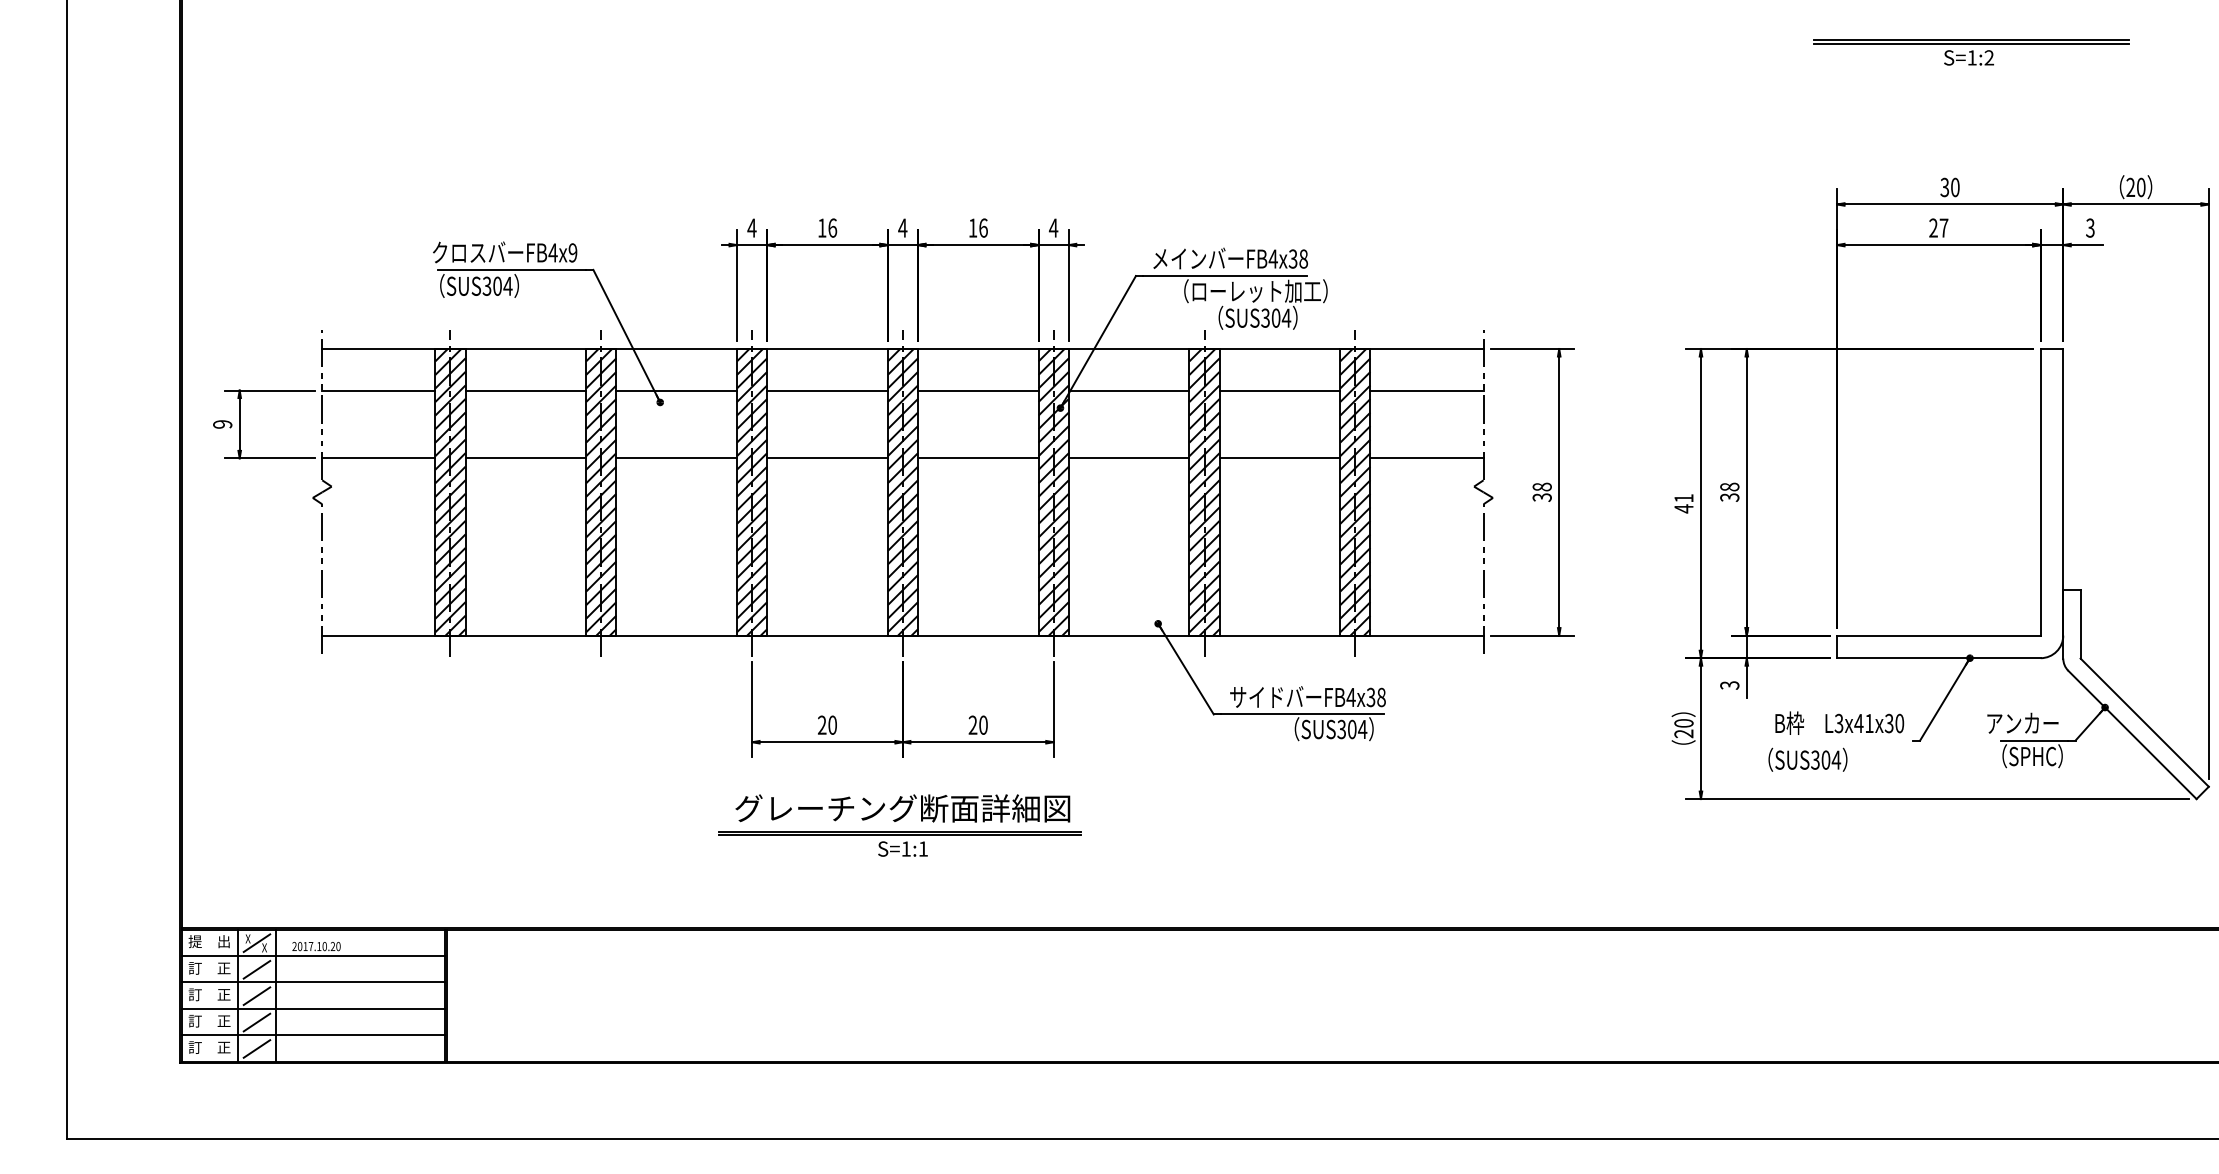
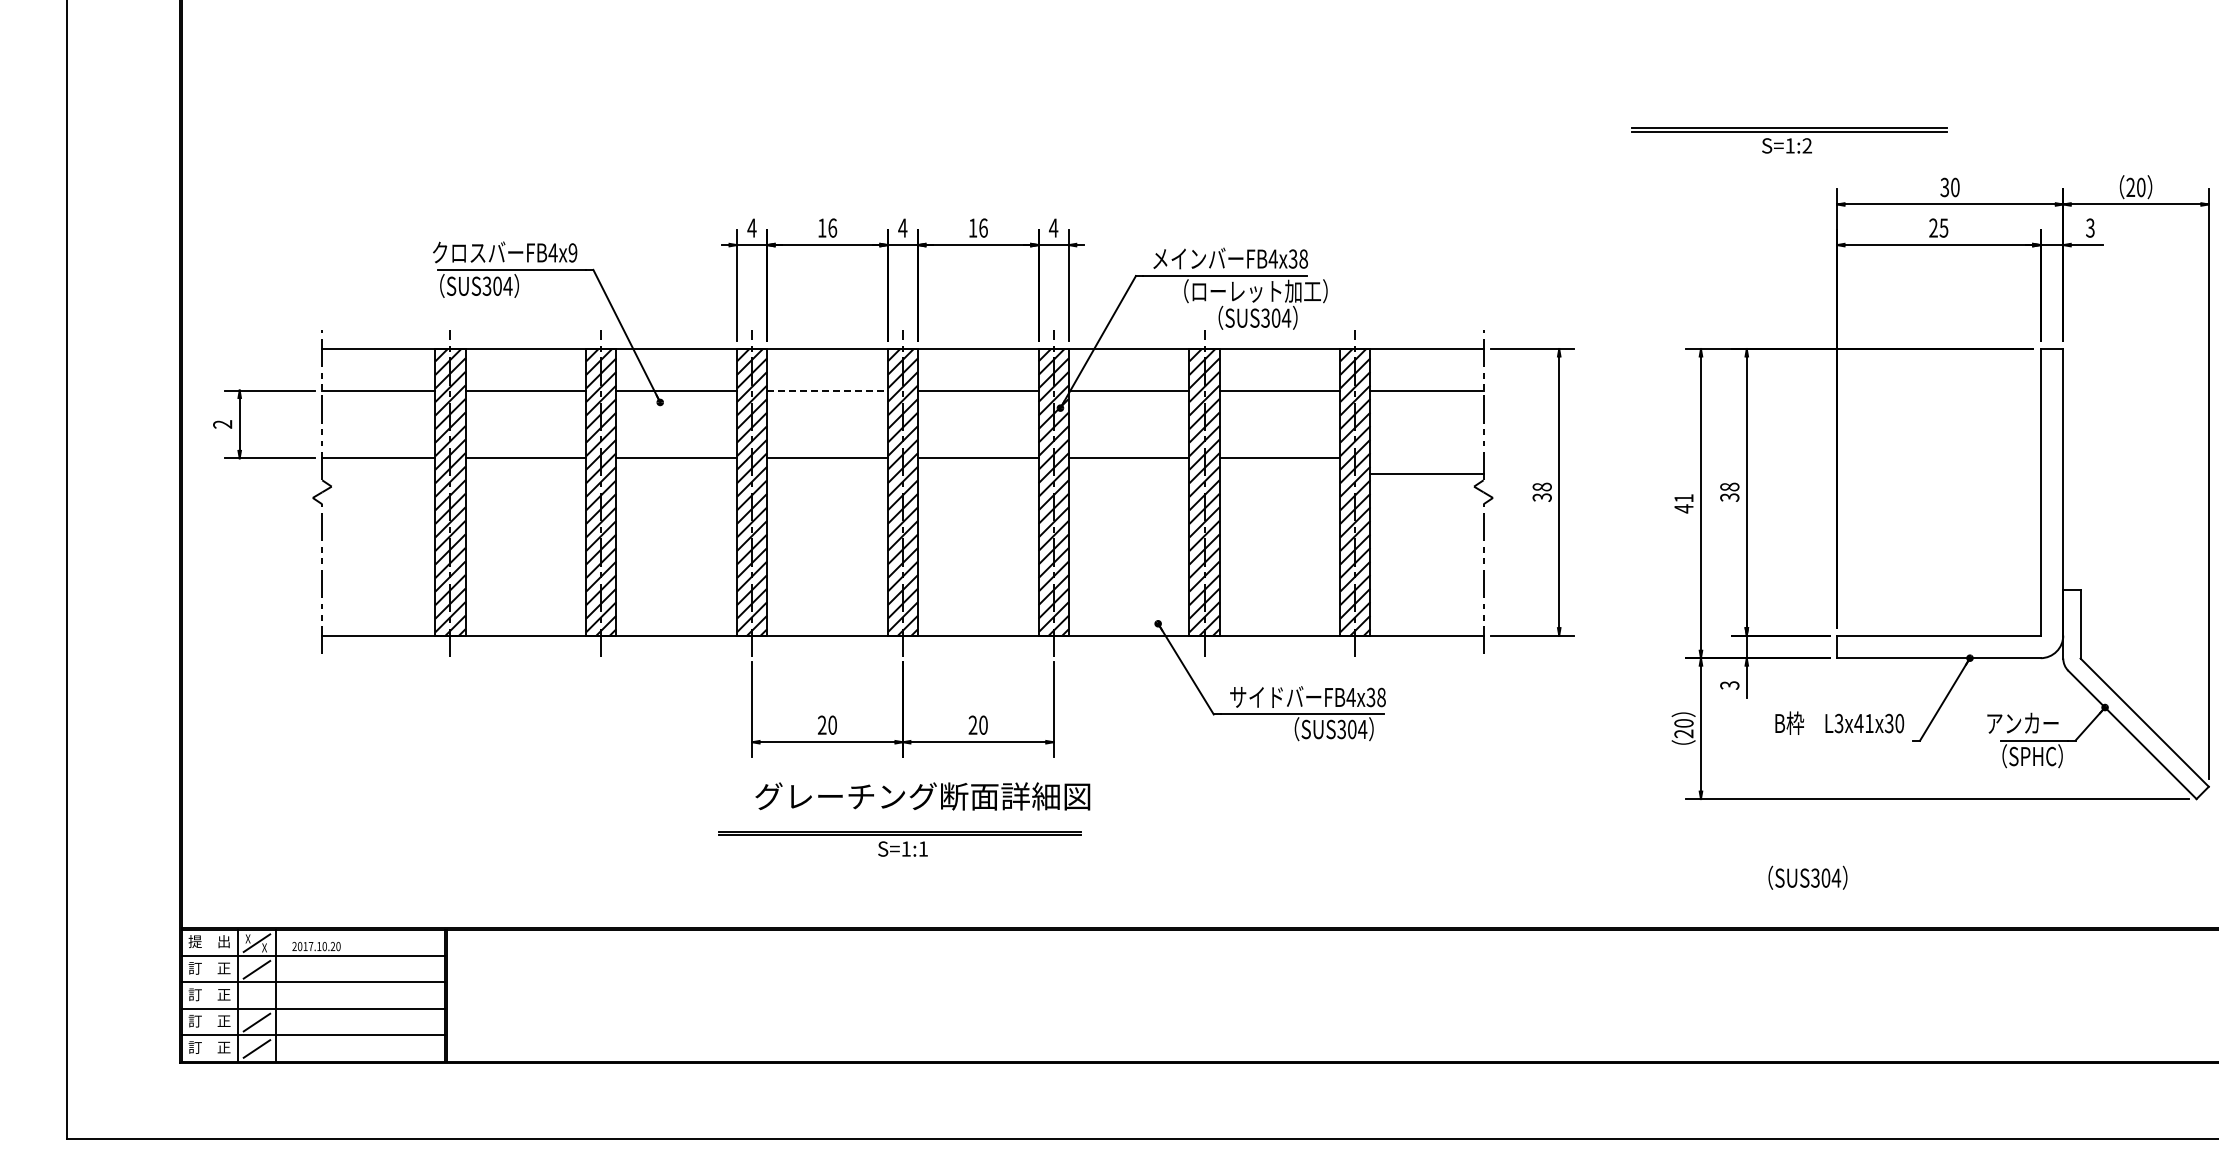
part at (1971, 52) position: (1971, 52) -> (1789, 140)
text at (1943, 227): 27 -> 25
line at (828, 390): solid -> dashed
text at (222, 424): 9 -> 2
line at (1426, 458) position: (1426, 458) -> (1426, 474)
text at (1807, 759) position: (1807, 759) -> (1807, 877)
text at (902, 808) position: (902, 808) -> (922, 796)
line at (256, 995): present -> none
